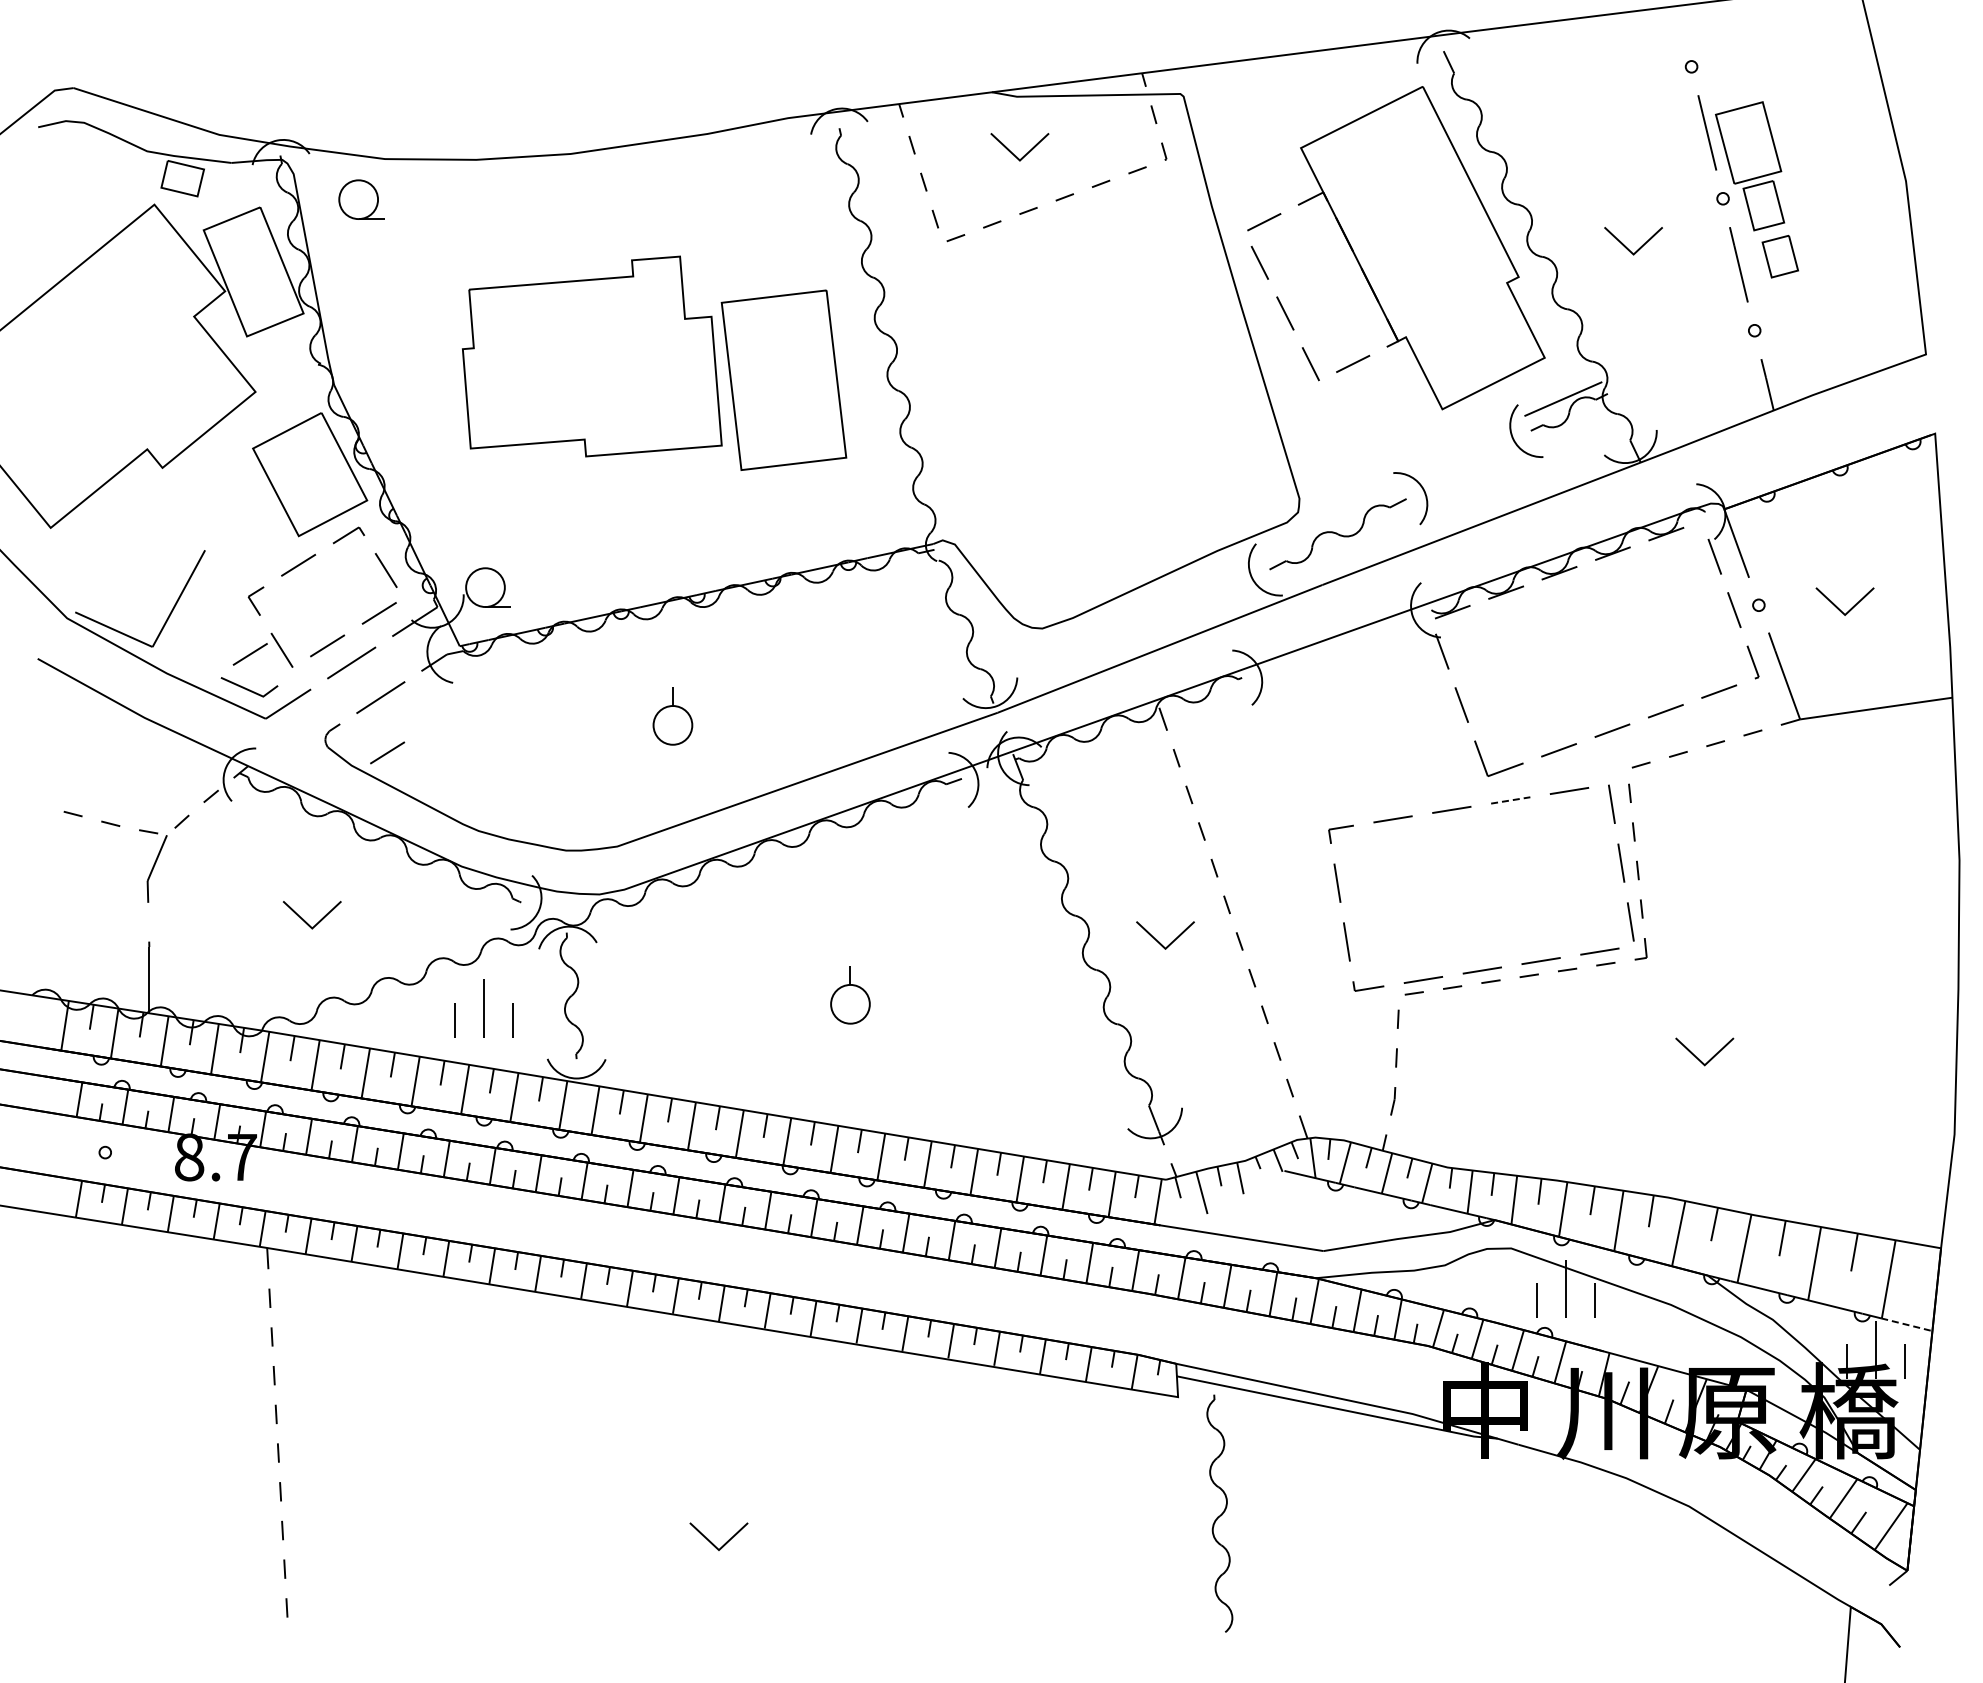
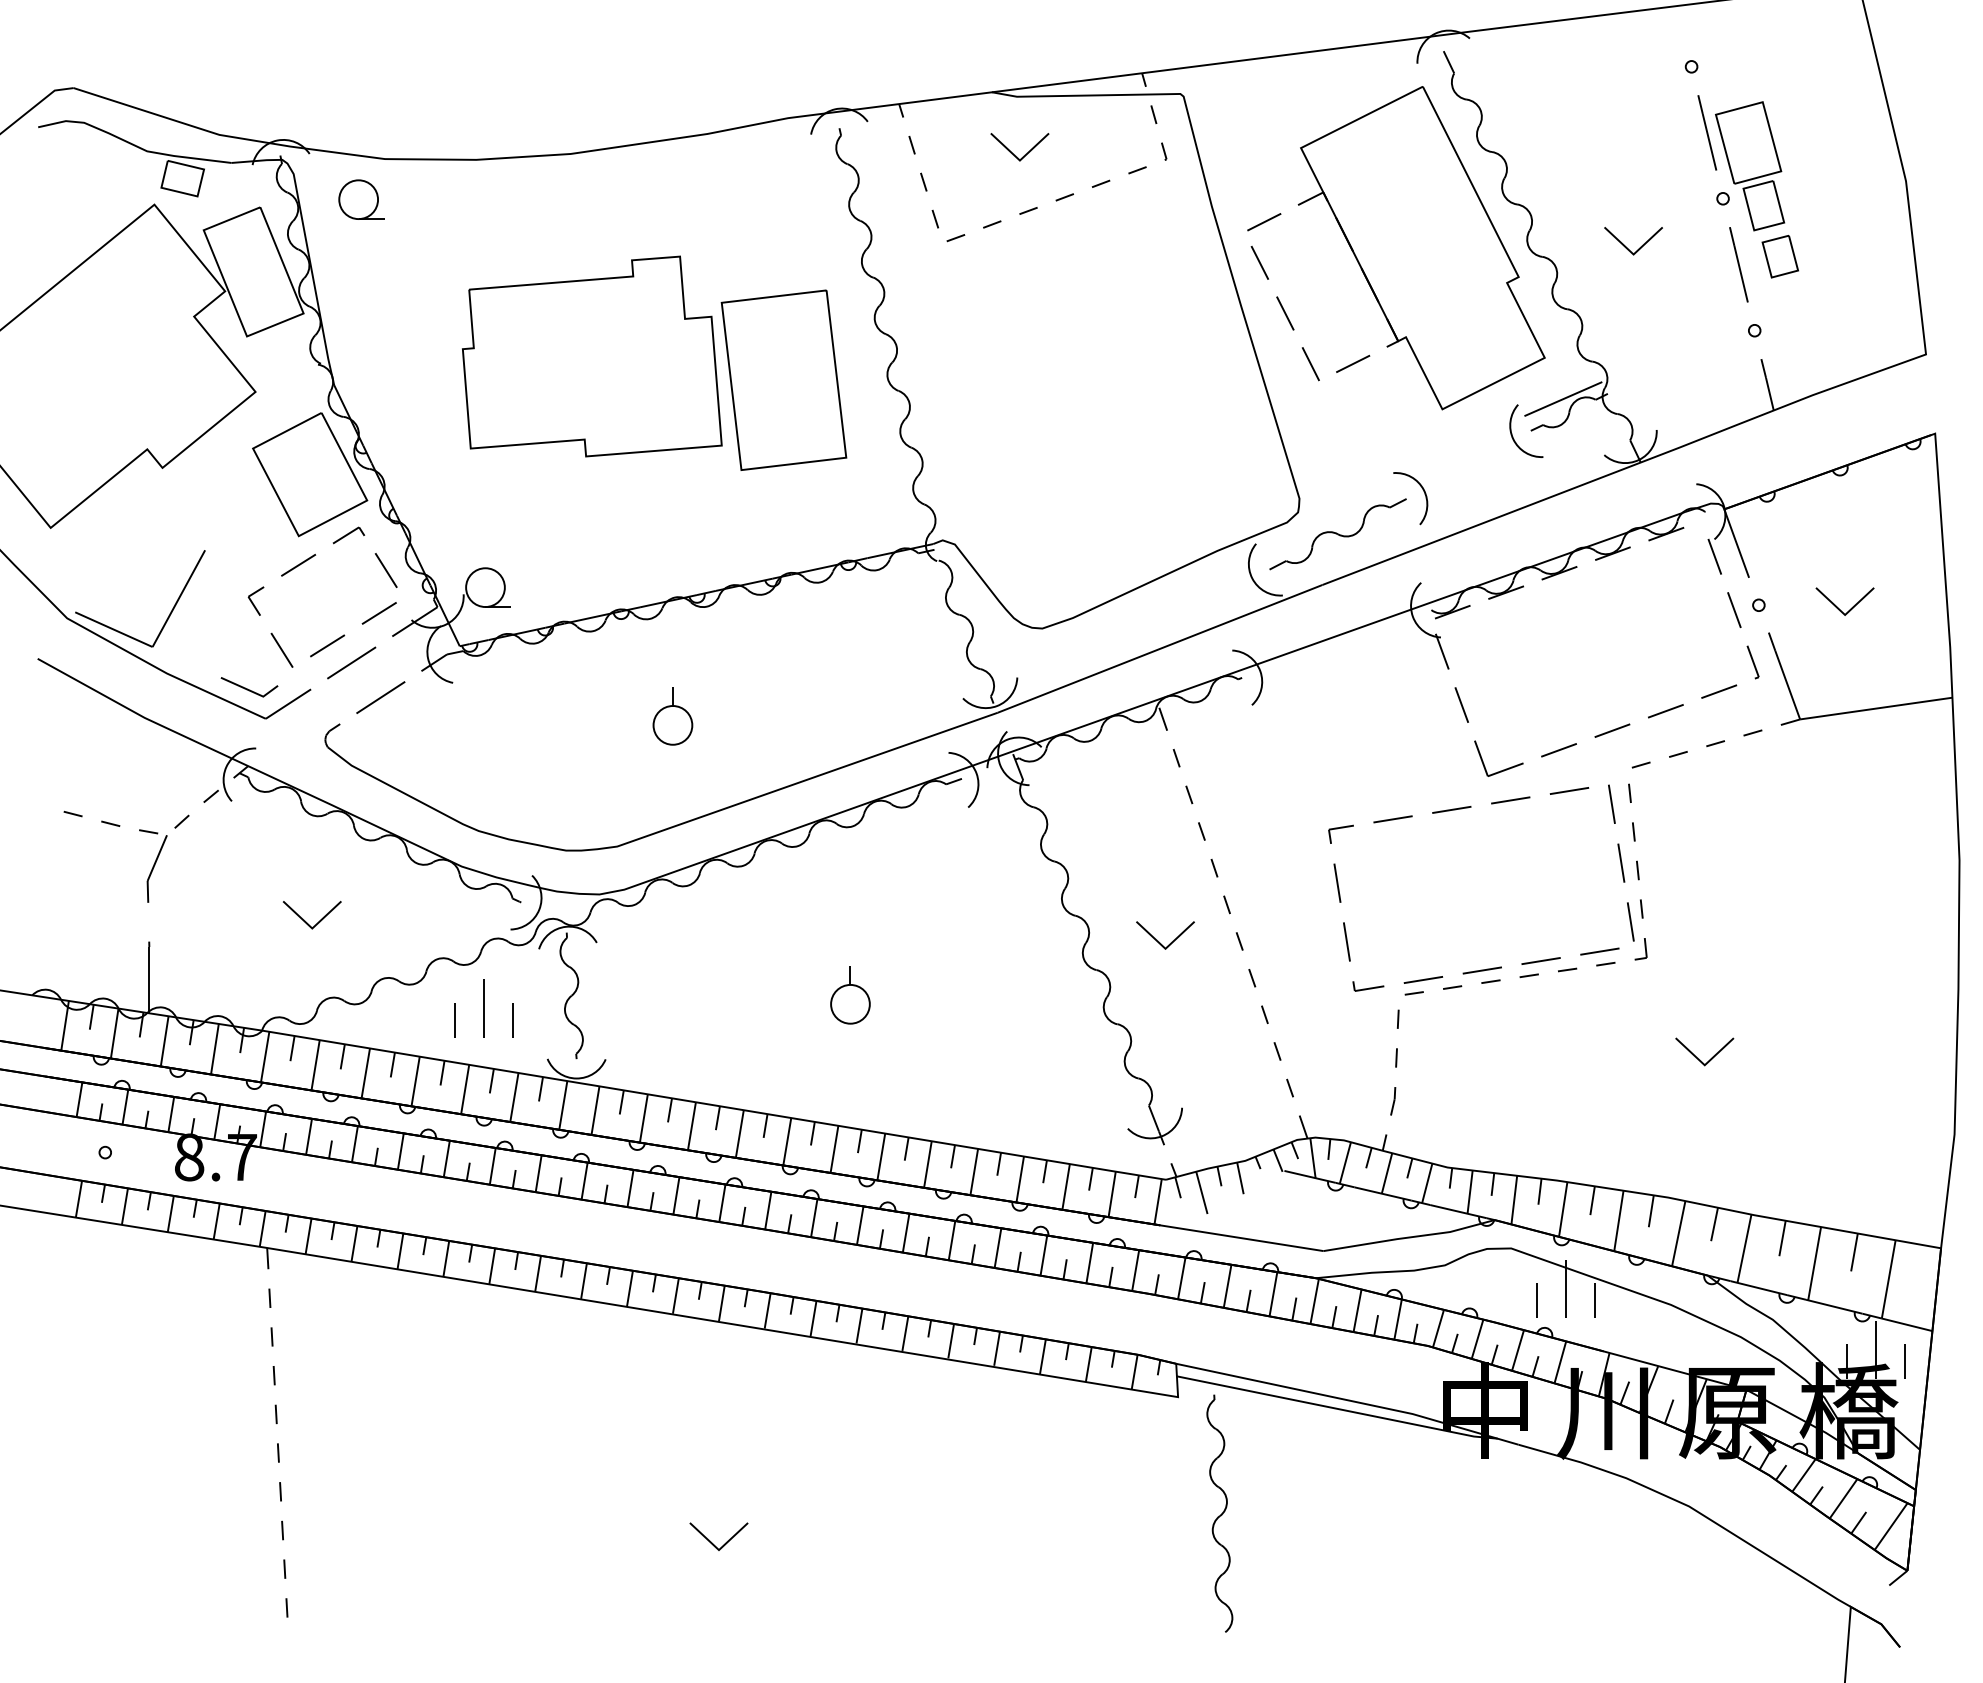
line at (249, 654): present -> none
line at (387, 752): present -> none
line at (1510, 800): dashed -> solid
line at (1907, 1324): dashed -> solid
